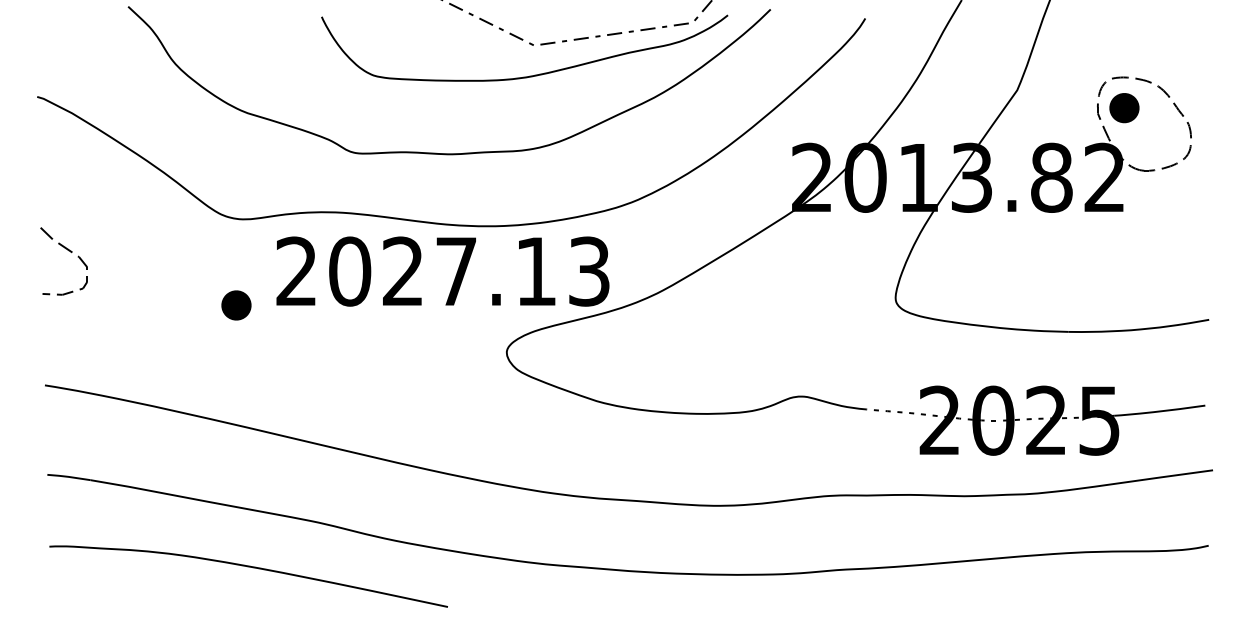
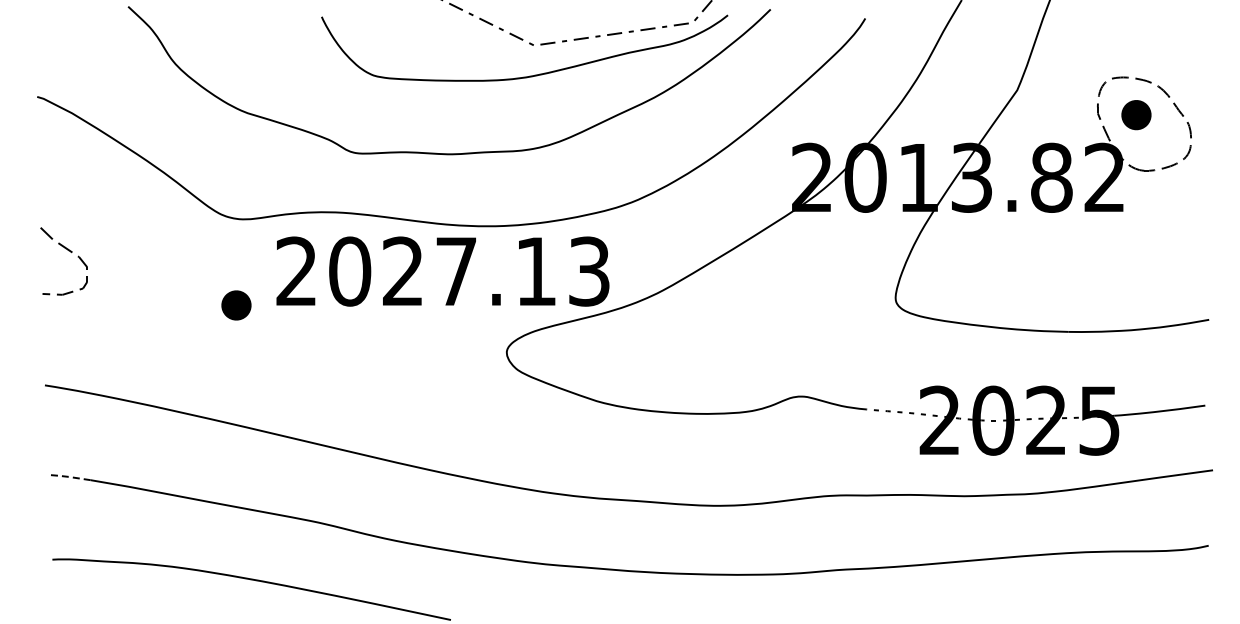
part at (1124, 108) position: (1124, 108) -> (1136, 115)
line at (68, 476): solid -> dashed
curve at (248, 567) position: (248, 567) -> (251, 580)
